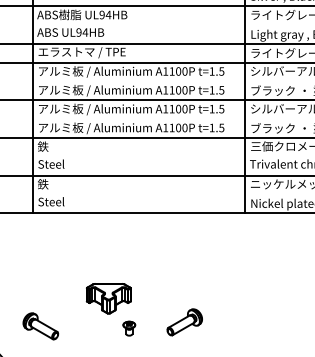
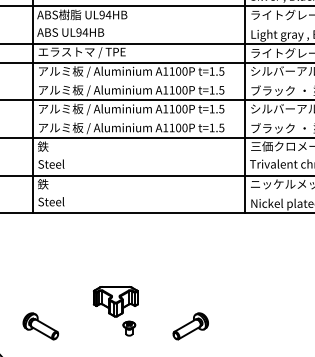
part at (108, 298) position: (108, 298) -> (115, 301)
part at (184, 322) position: (184, 322) -> (190, 326)
